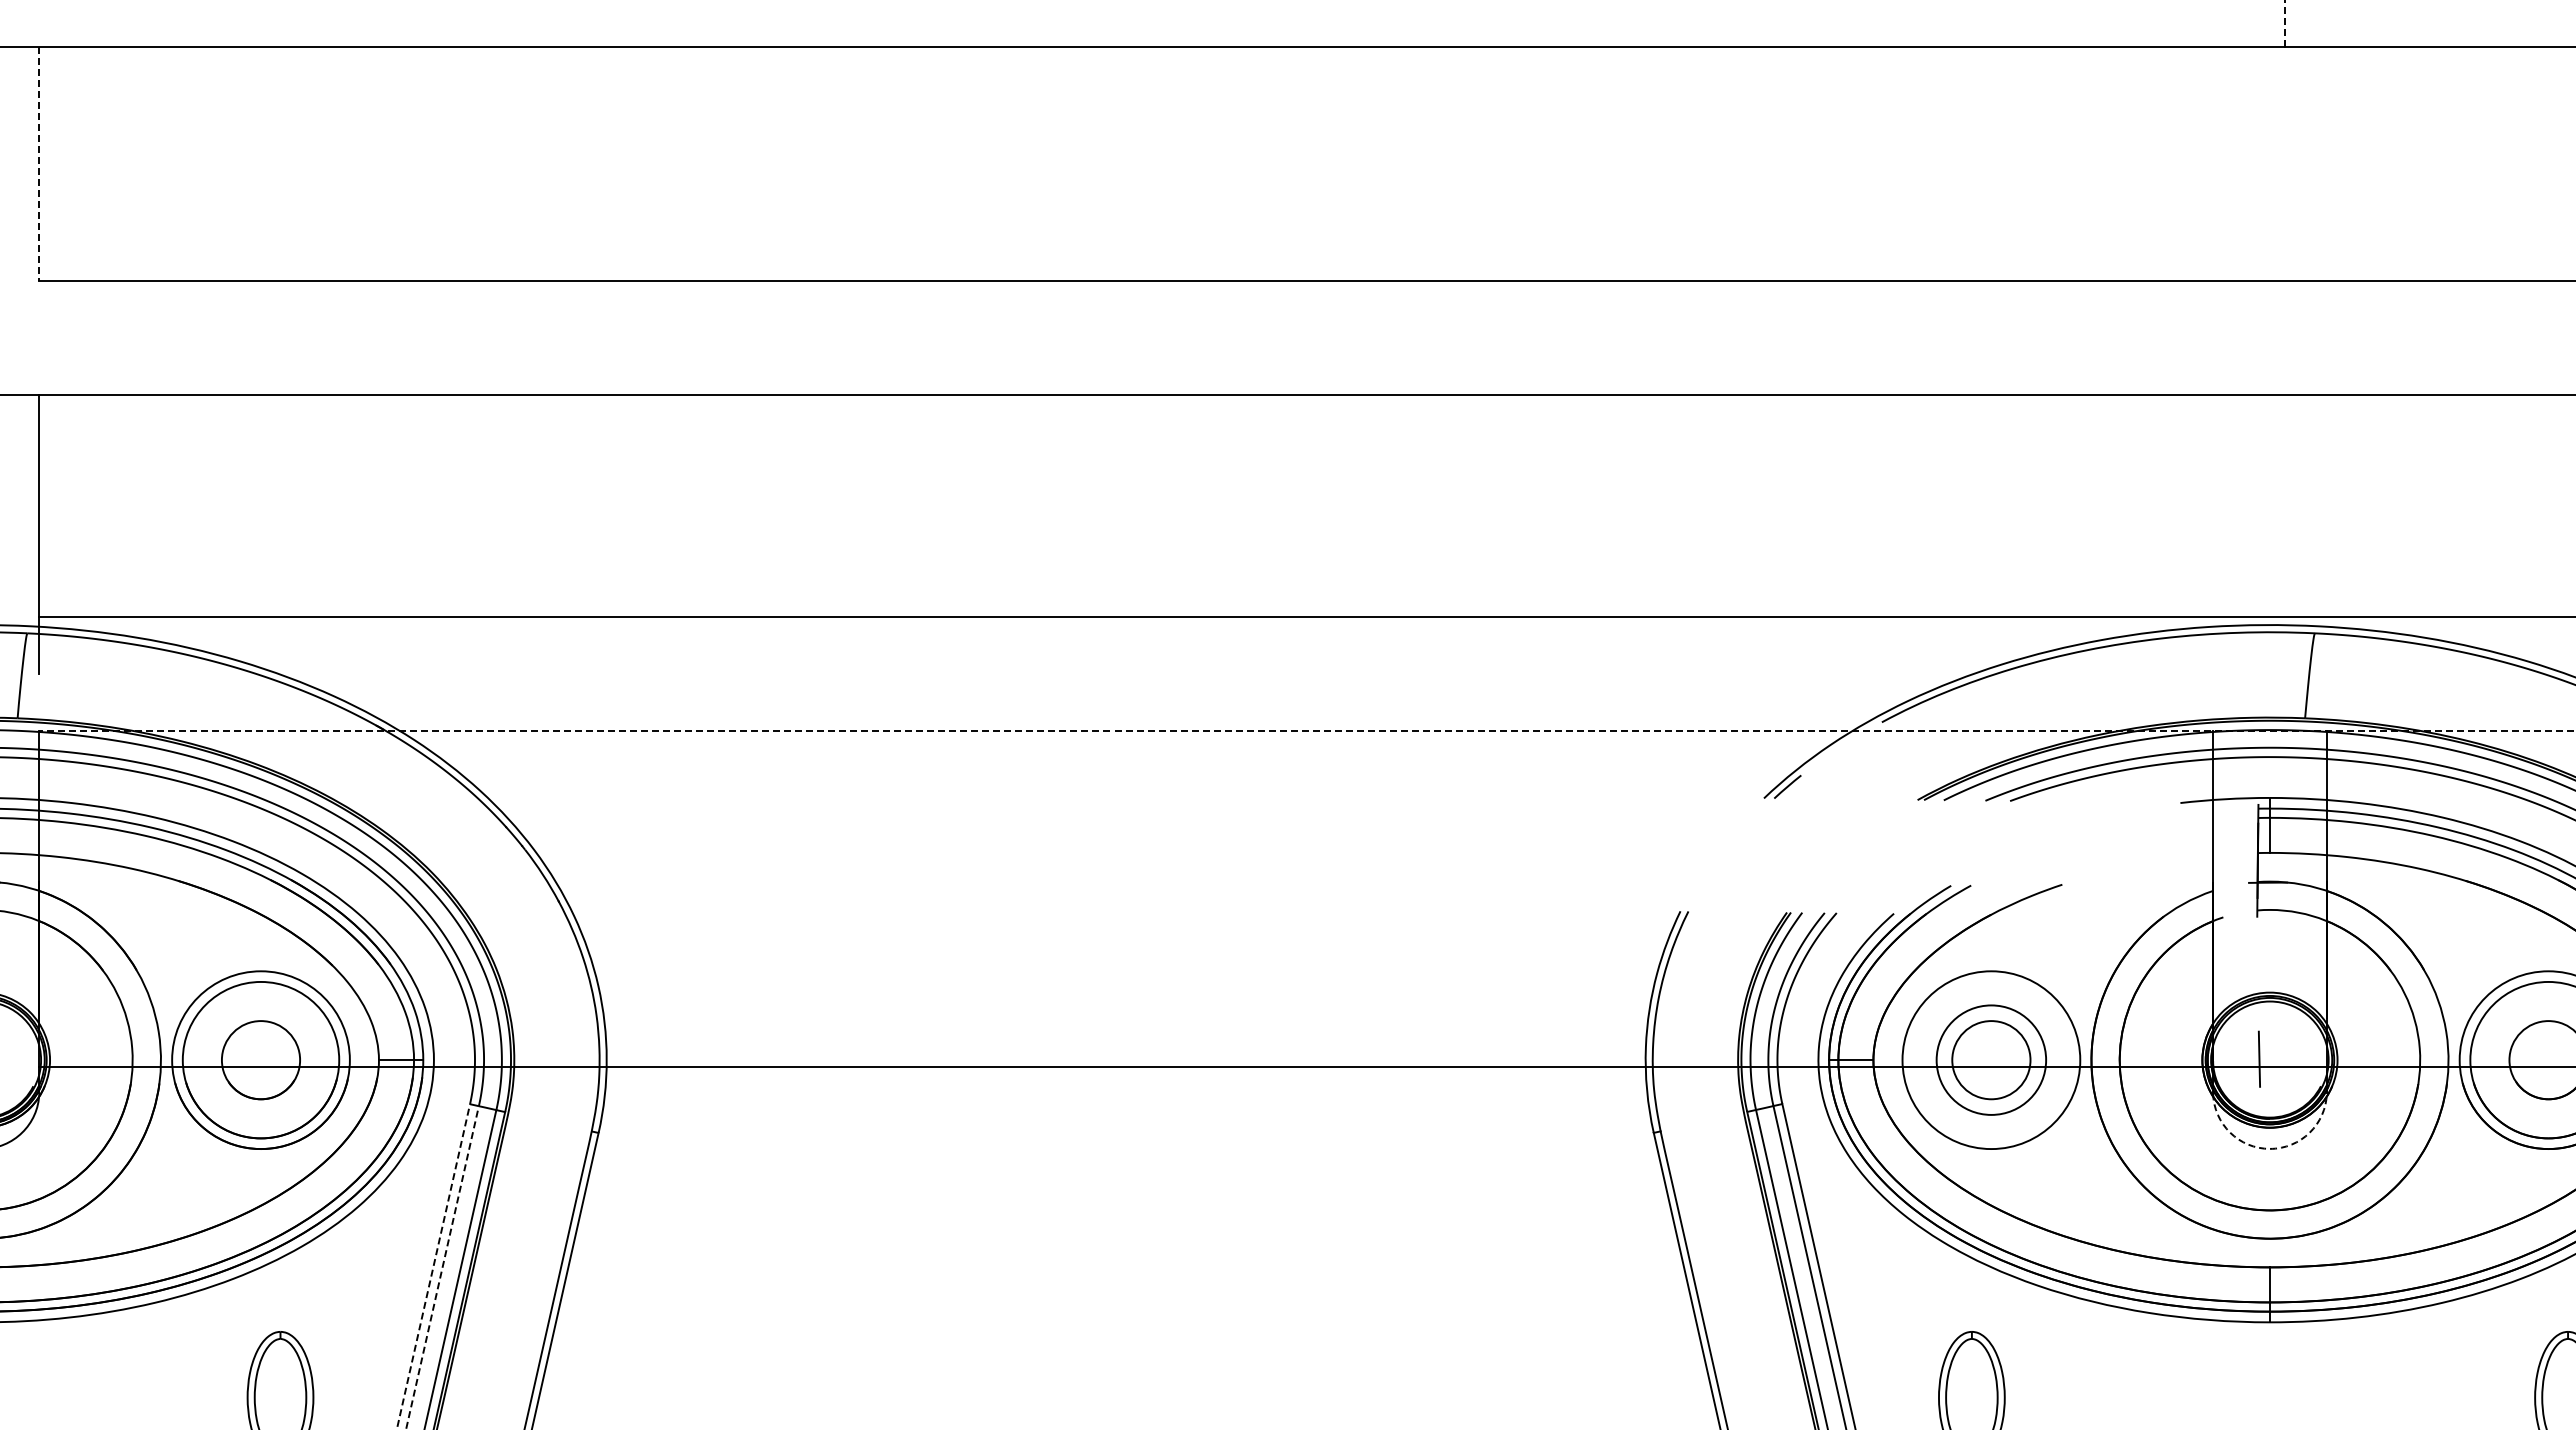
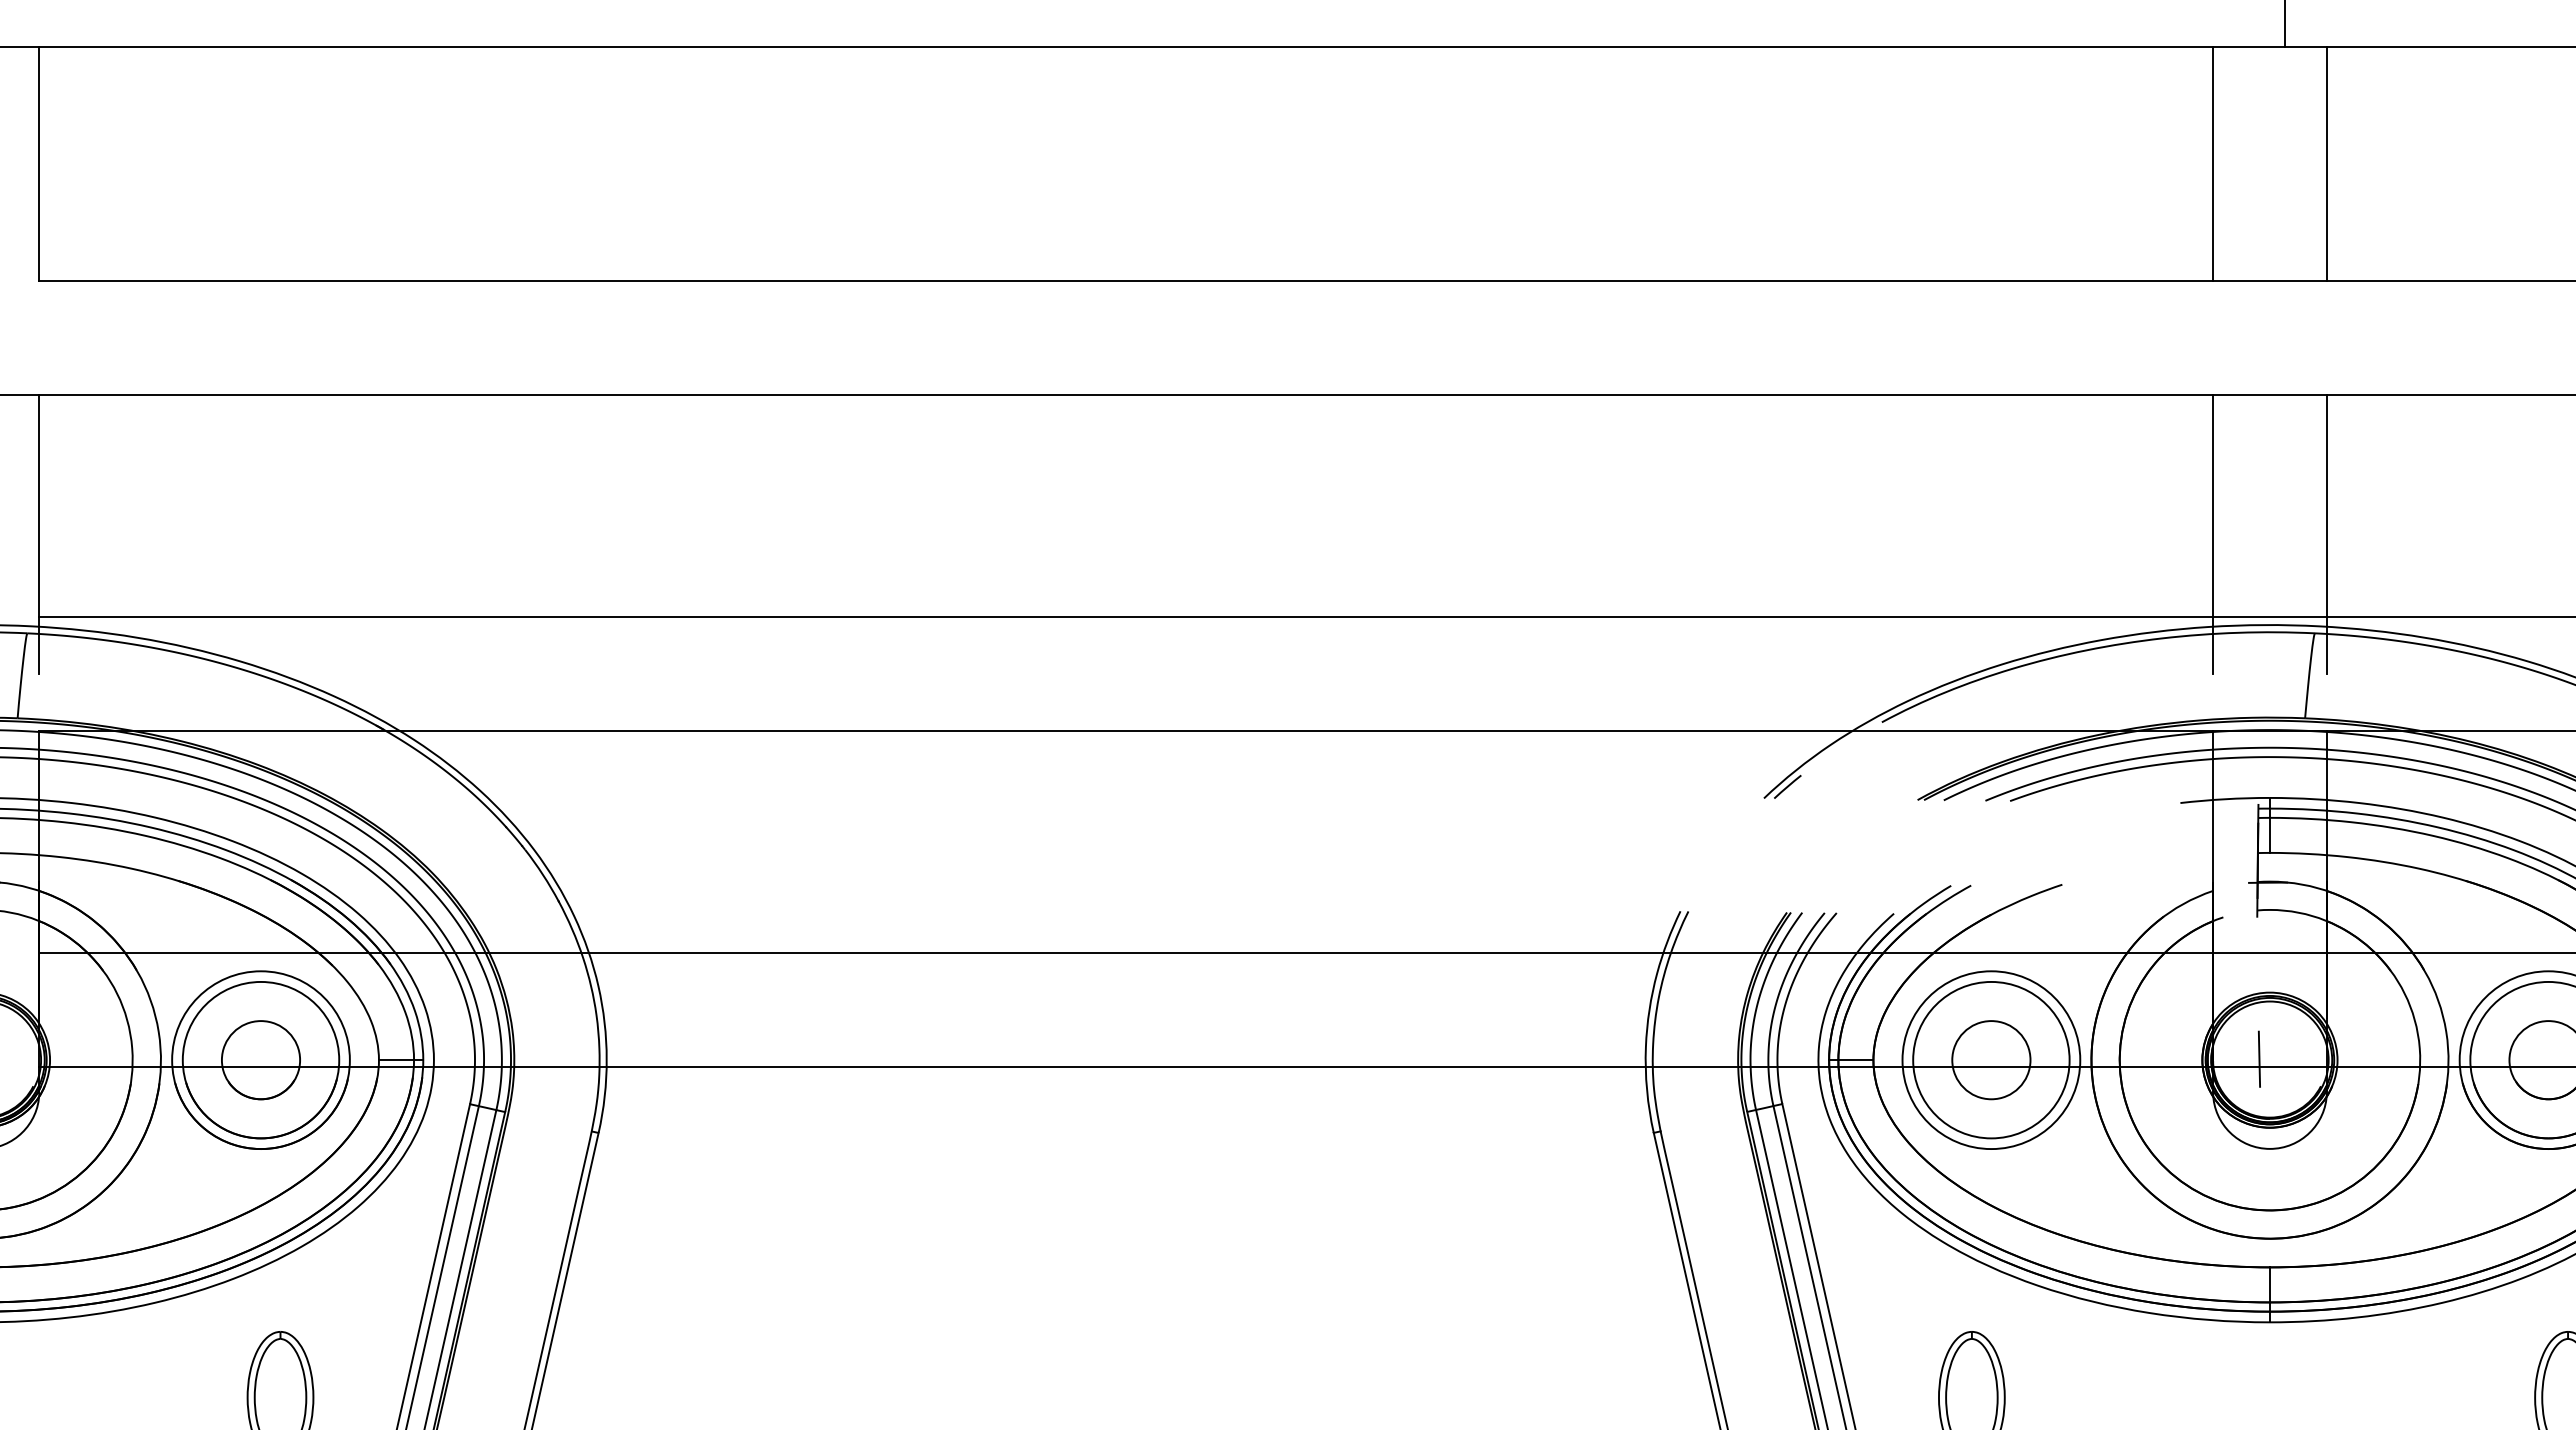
line at (2285, 23): dashed -> solid
line at (2213, 163): none -> present
line at (2326, 163): none -> present
line at (39, 164): dashed -> solid
line at (2213, 534): none -> present
line at (2326, 534): none -> present
line at (1307, 730): dashed -> solid
line at (1305, 953): none -> present
circle at (1991, 1059) diameter: 109 px -> 156 px
arc at (2269, 1148): dashed -> solid
line at (433, 1267): dashed -> solid
line at (442, 1267): dashed -> solid
